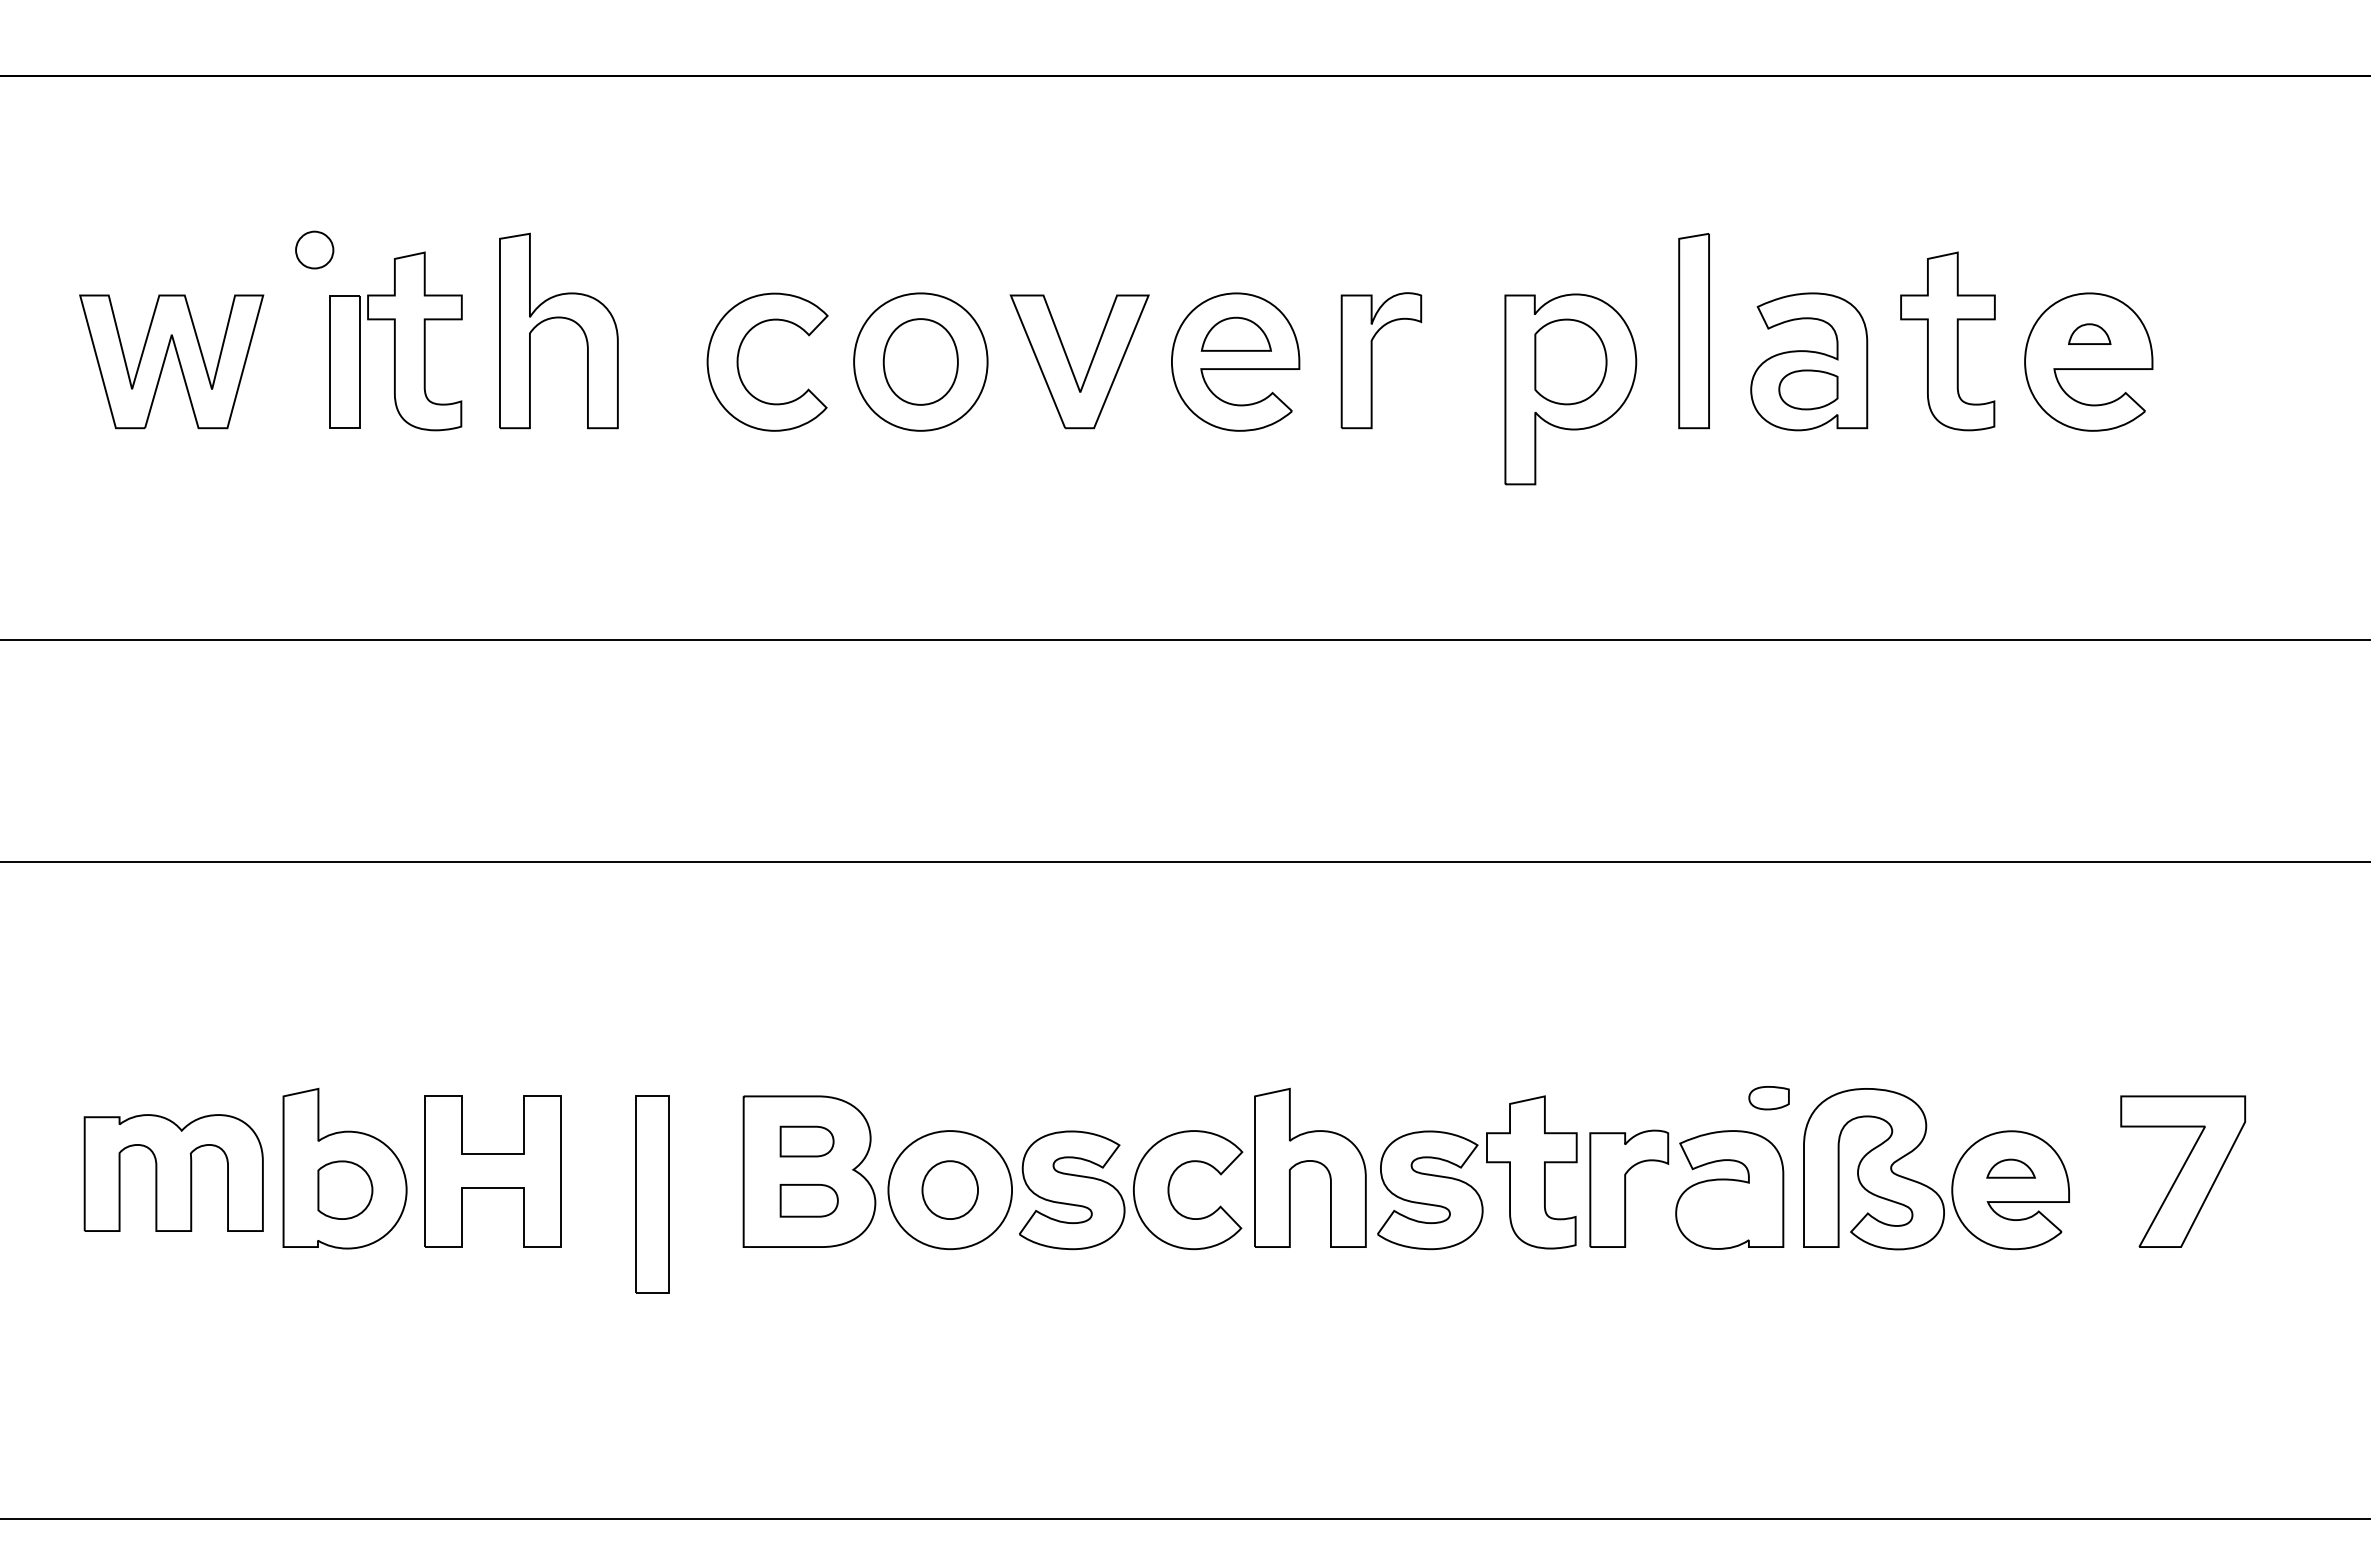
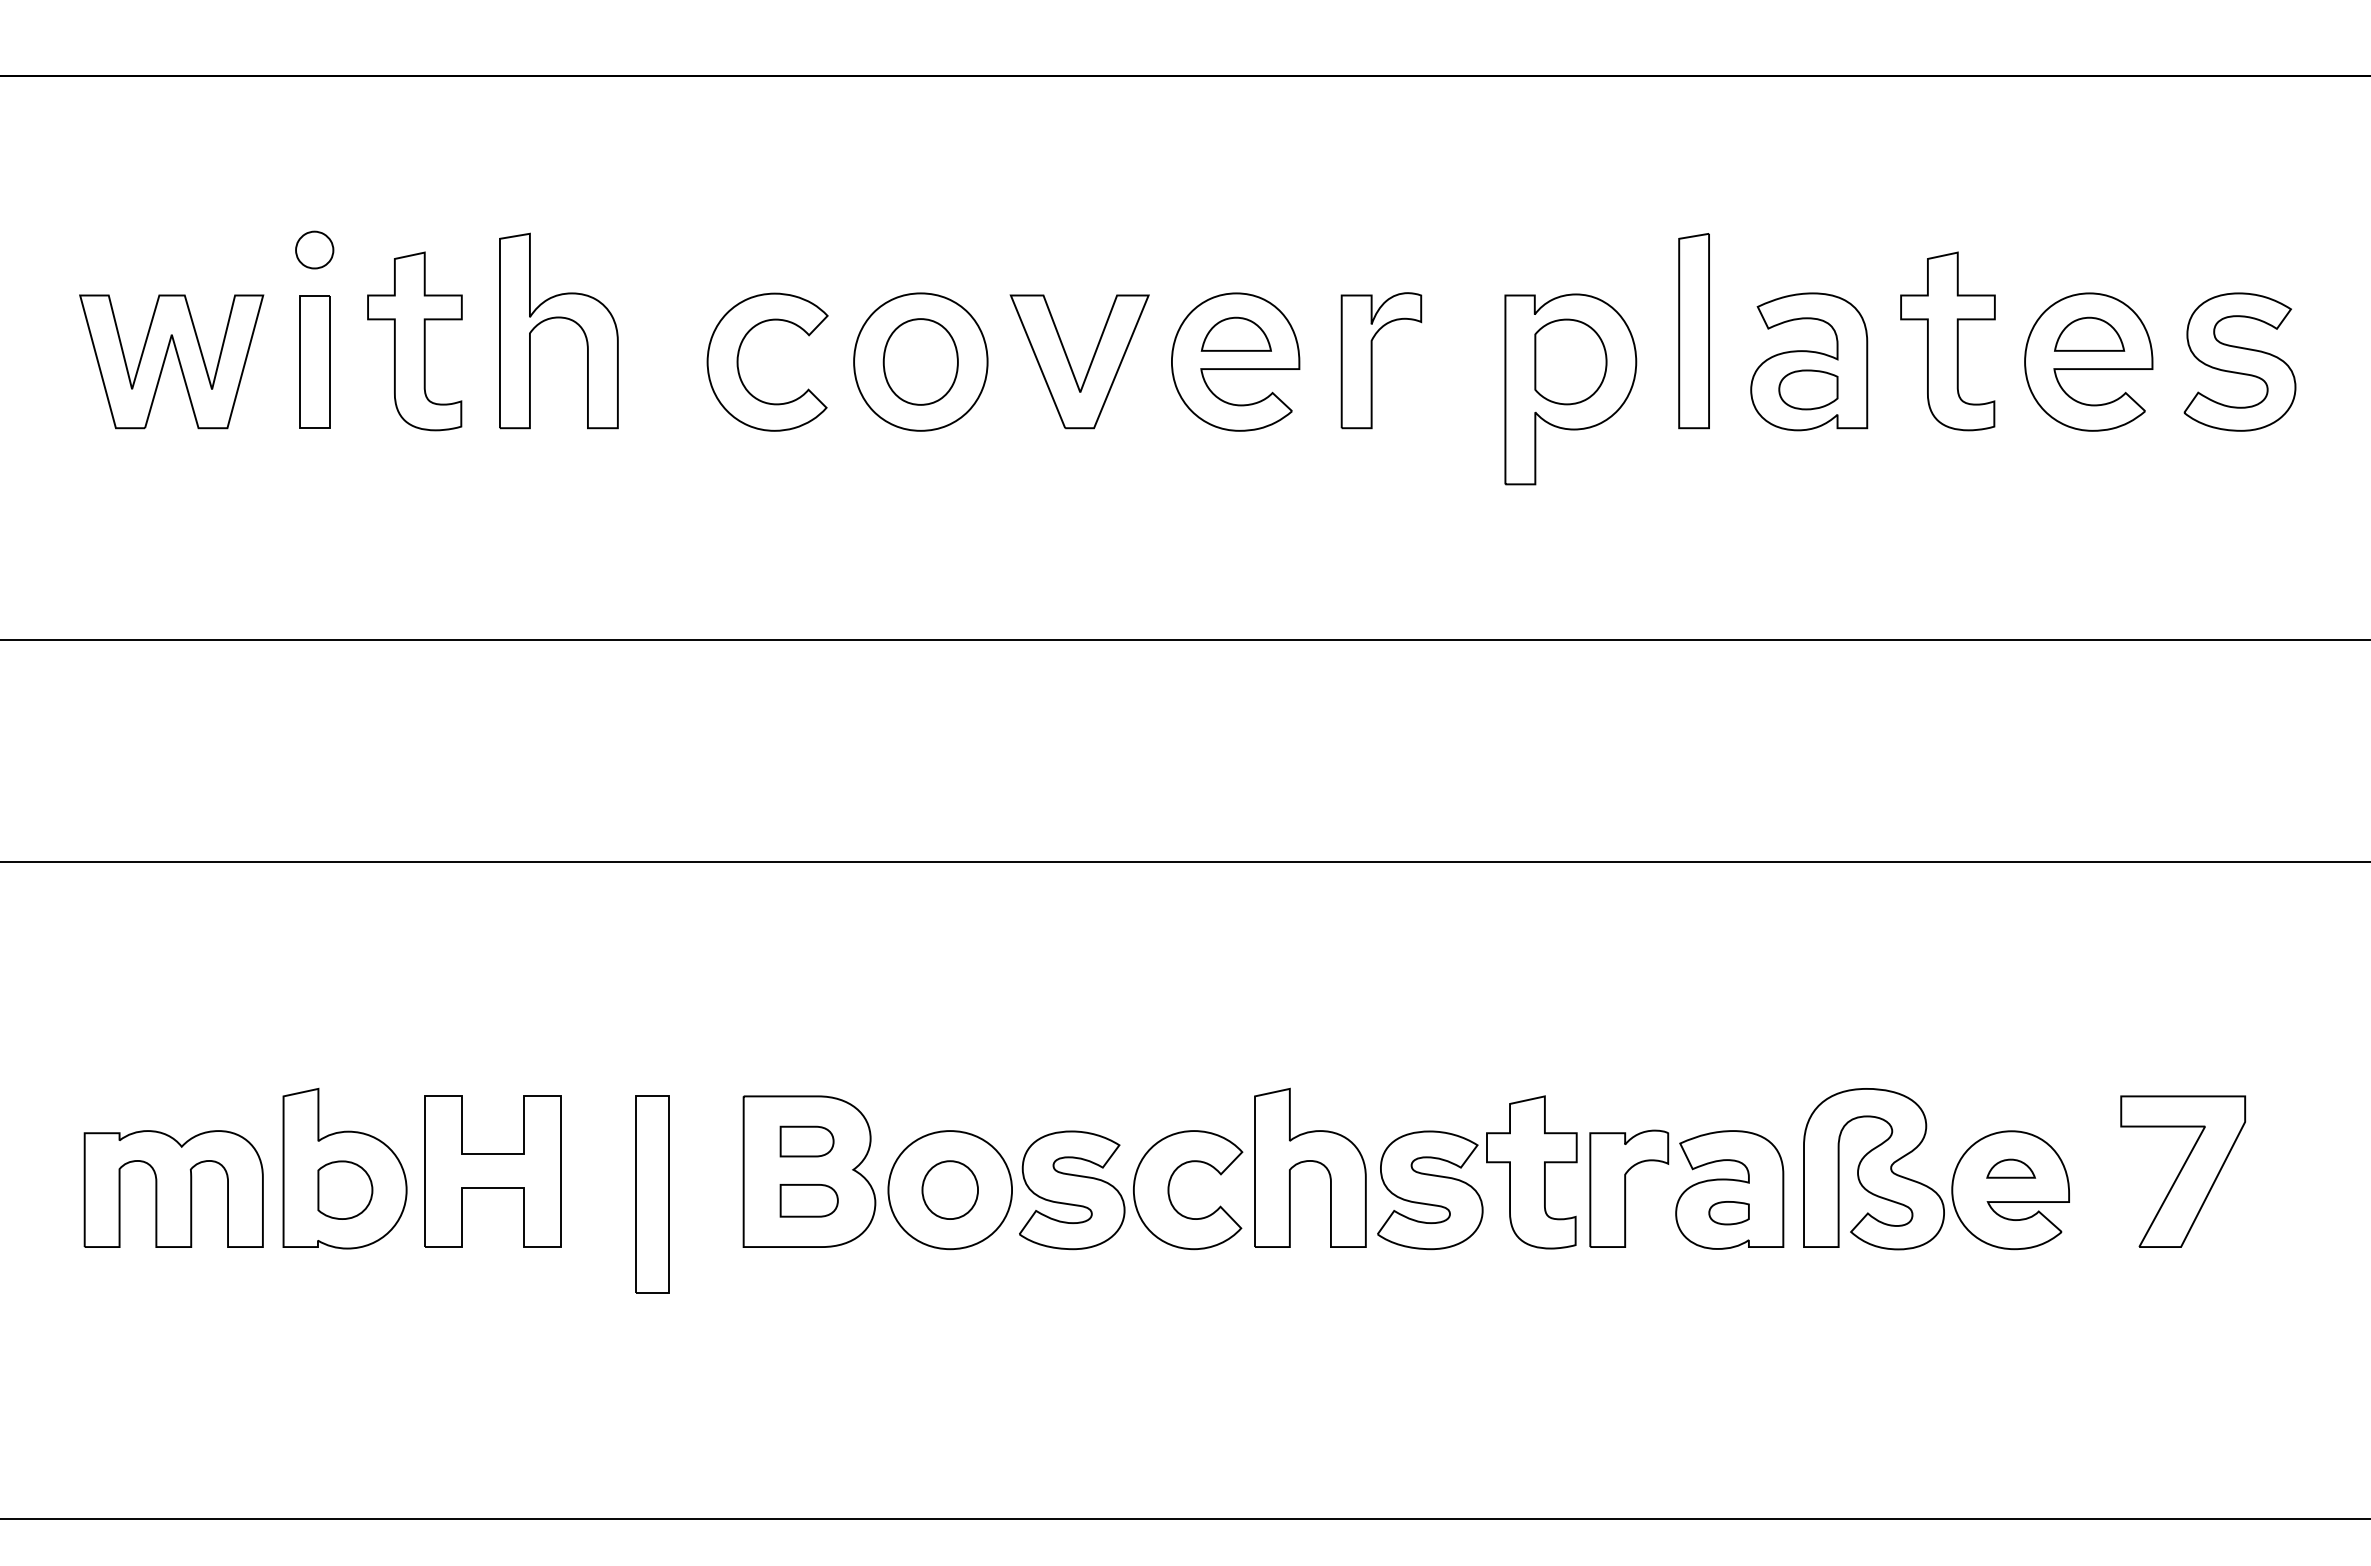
part at (2089, 333) size: 44x22 px -> 72x36 px
part at (344, 361) position: (344, 361) -> (314, 361)
part at (2239, 361): none -> present
part at (1768, 1098) position: (1768, 1098) -> (1728, 1213)
part at (173, 1172) position: (173, 1172) -> (173, 1188)
